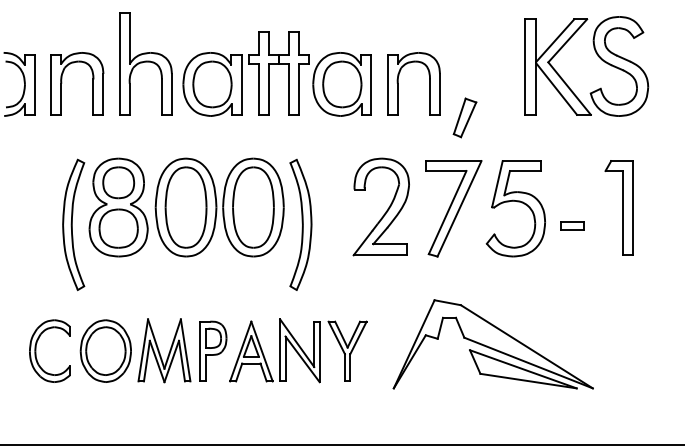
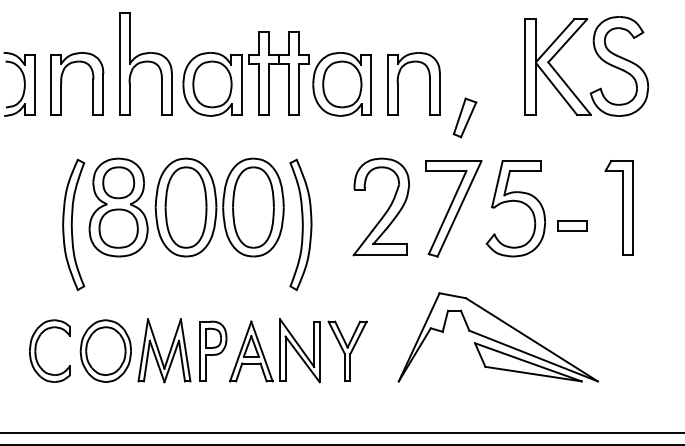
part at (572, 225) size: 25x10 px -> 31x12 px
part at (492, 344) position: (492, 344) -> (497, 337)
line at (341, 432): none -> present
